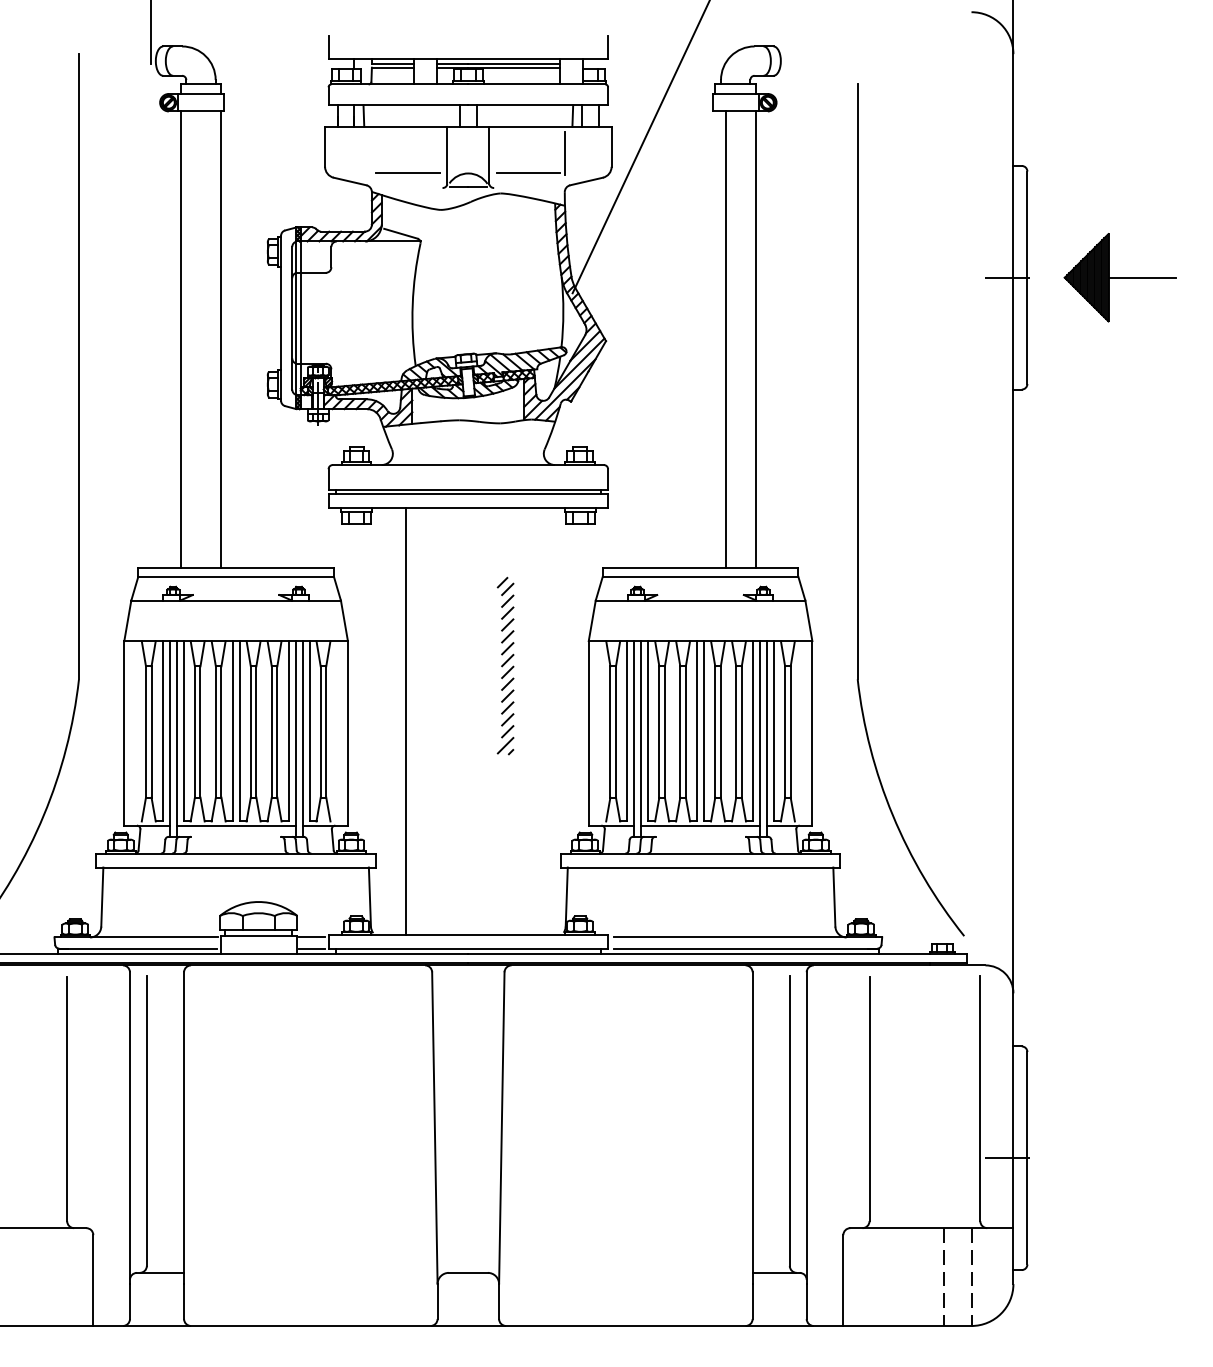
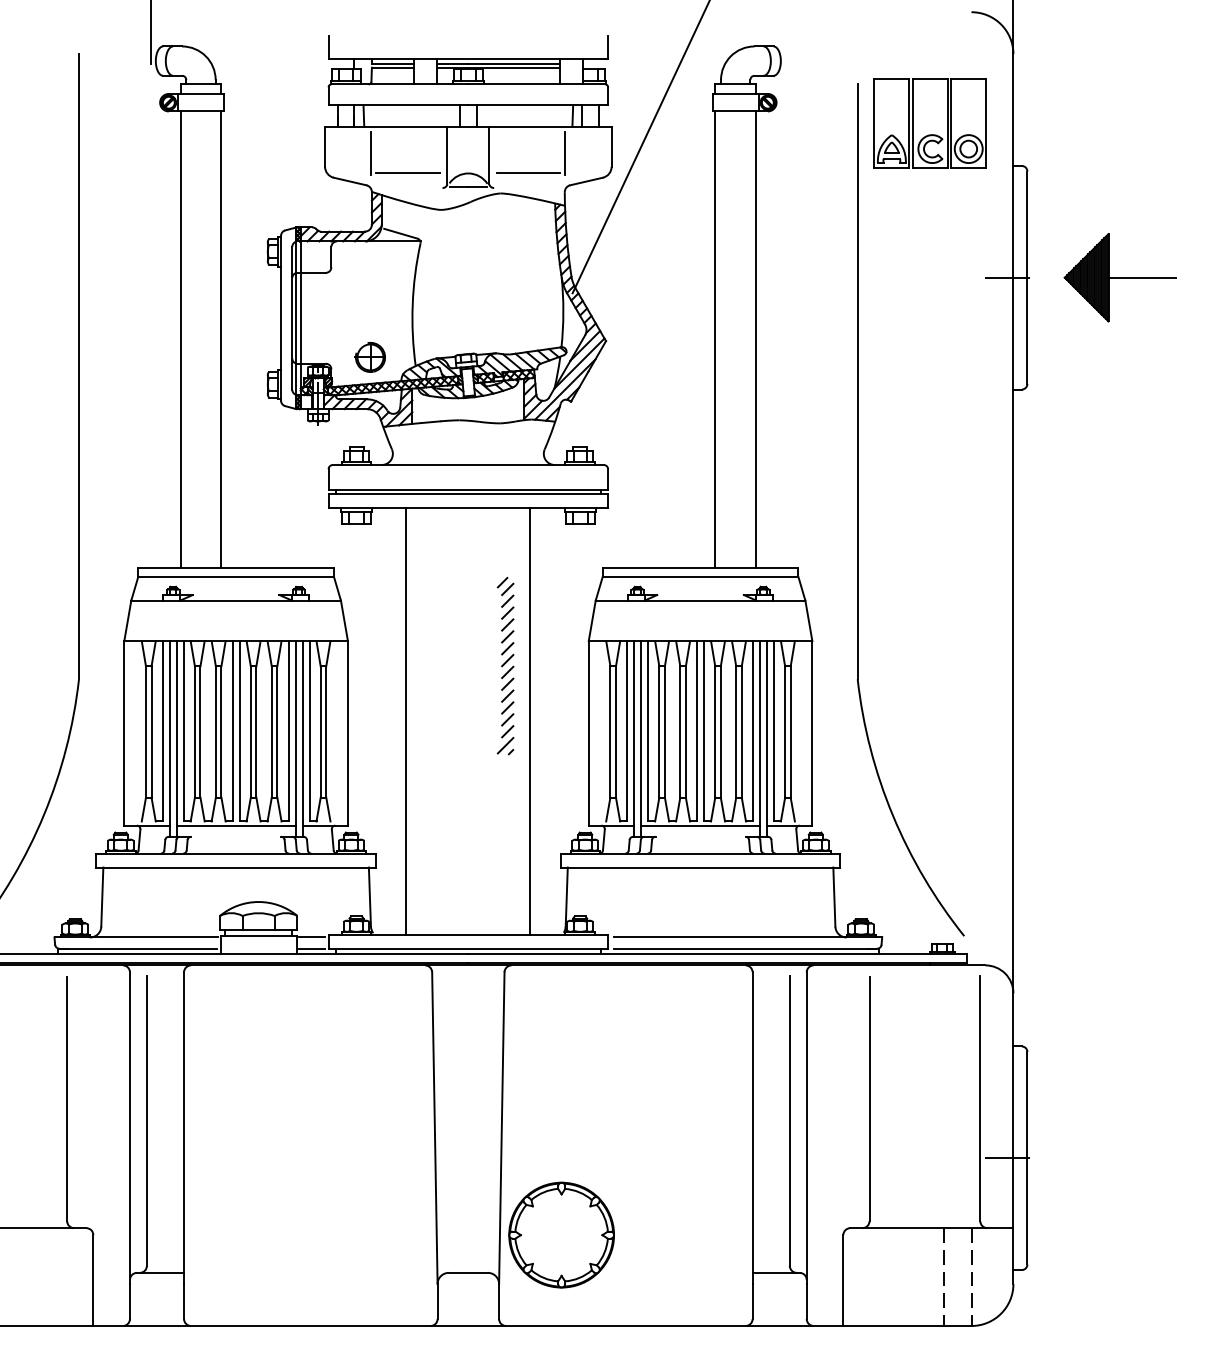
part at (929, 123): none -> present
line at (371, 153): none -> present
line at (726, 339) position: (726, 339) -> (715, 339)
part at (369, 356): none -> present
line at (530, 721): none -> present
part at (561, 1234): none -> present
